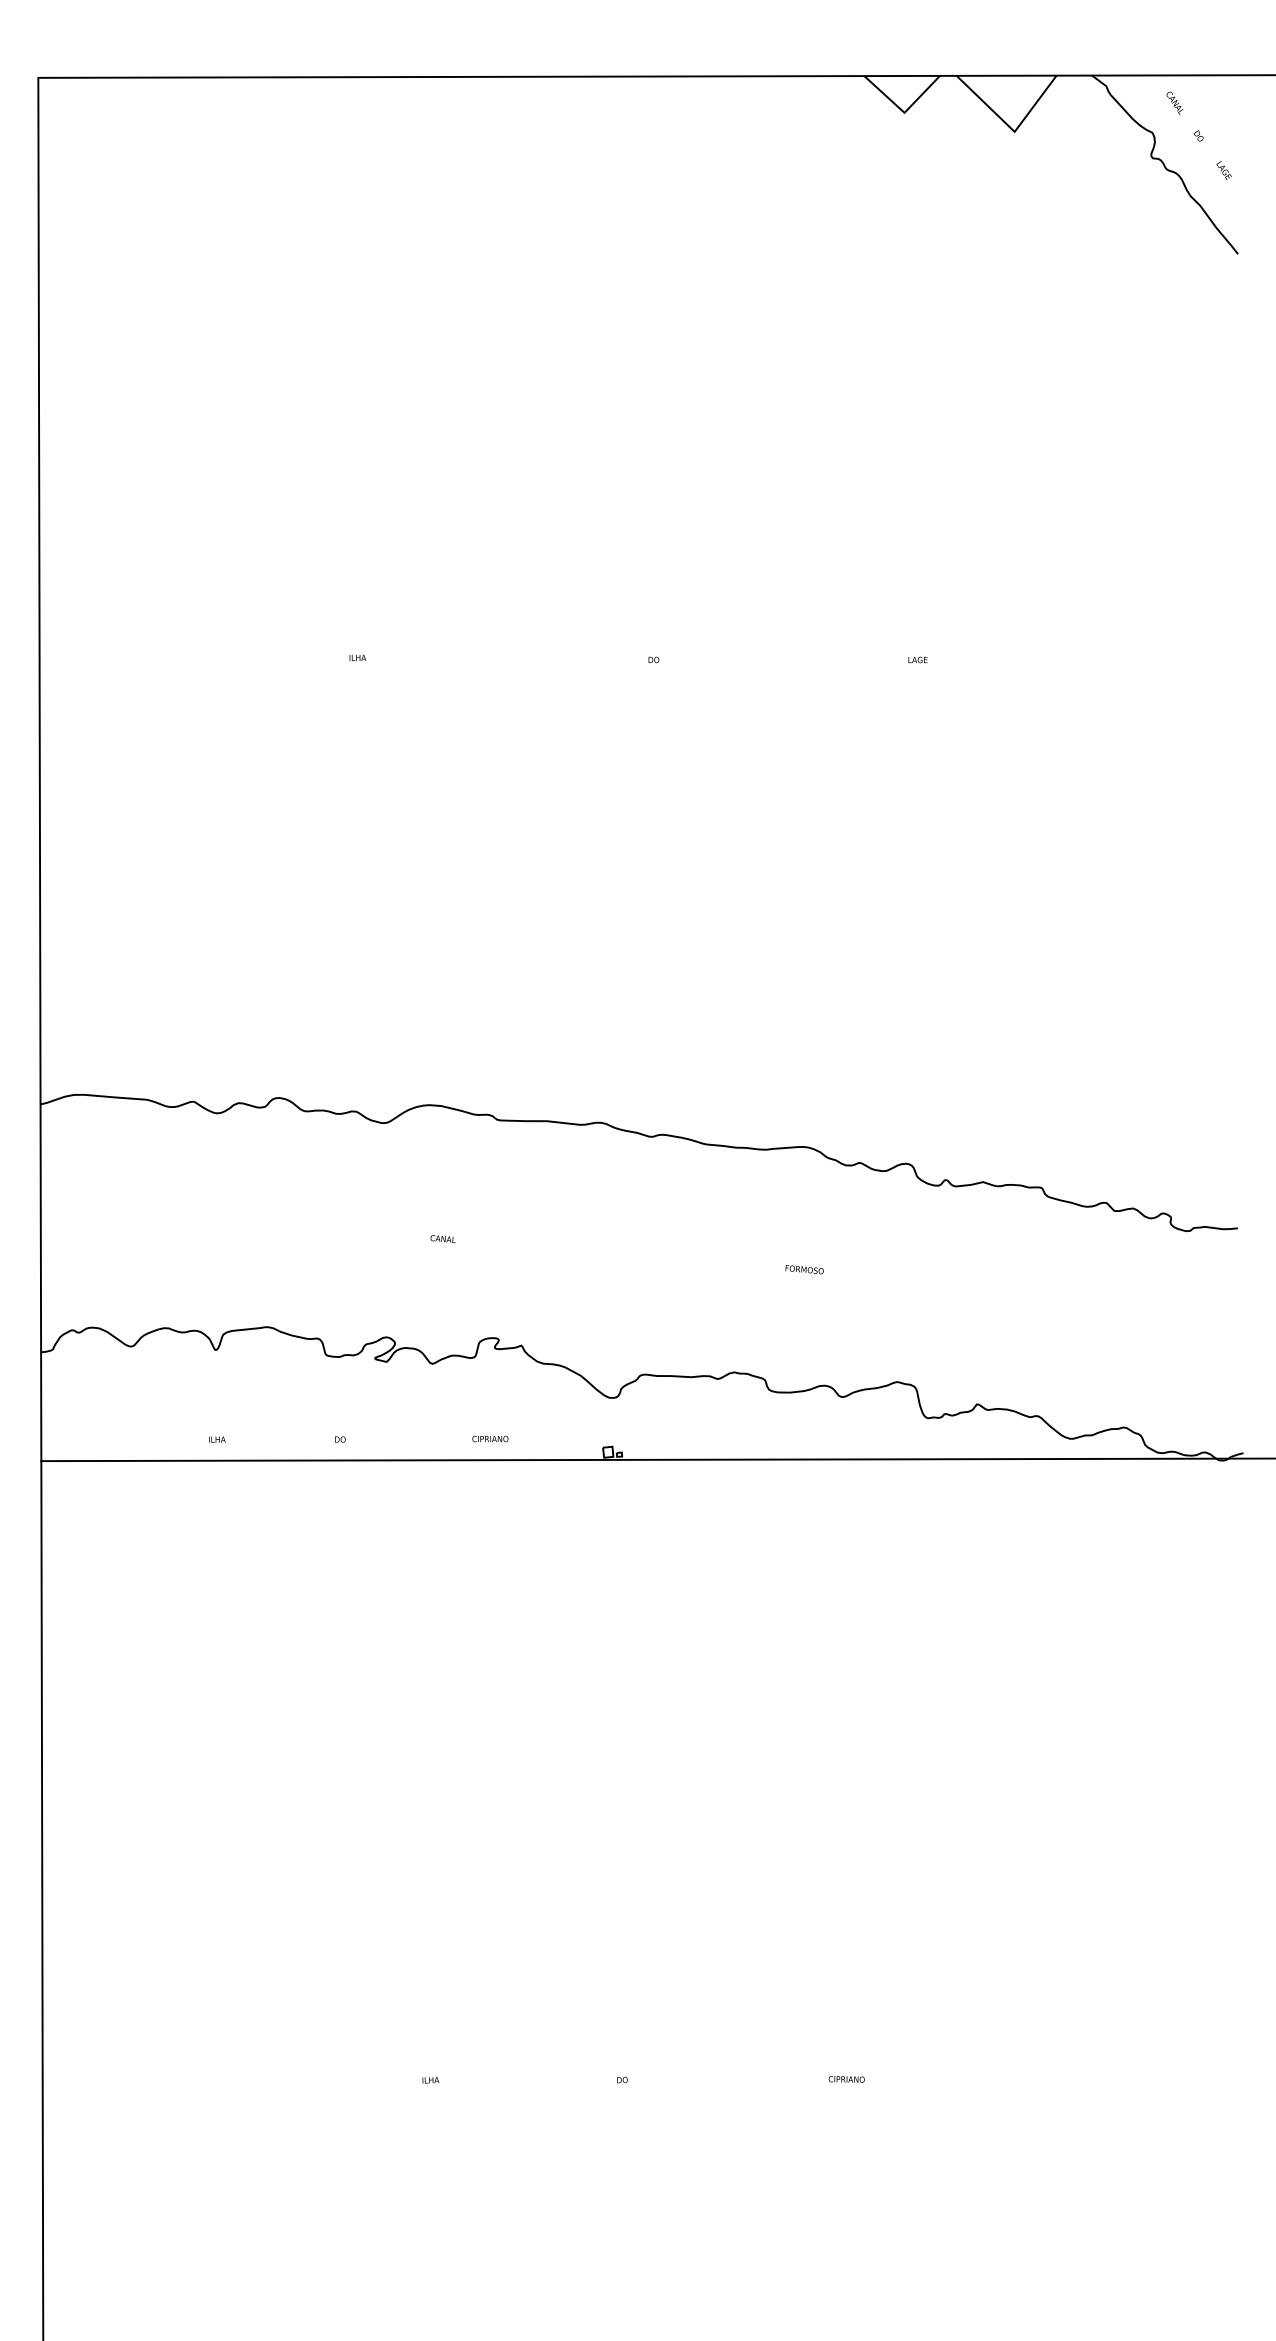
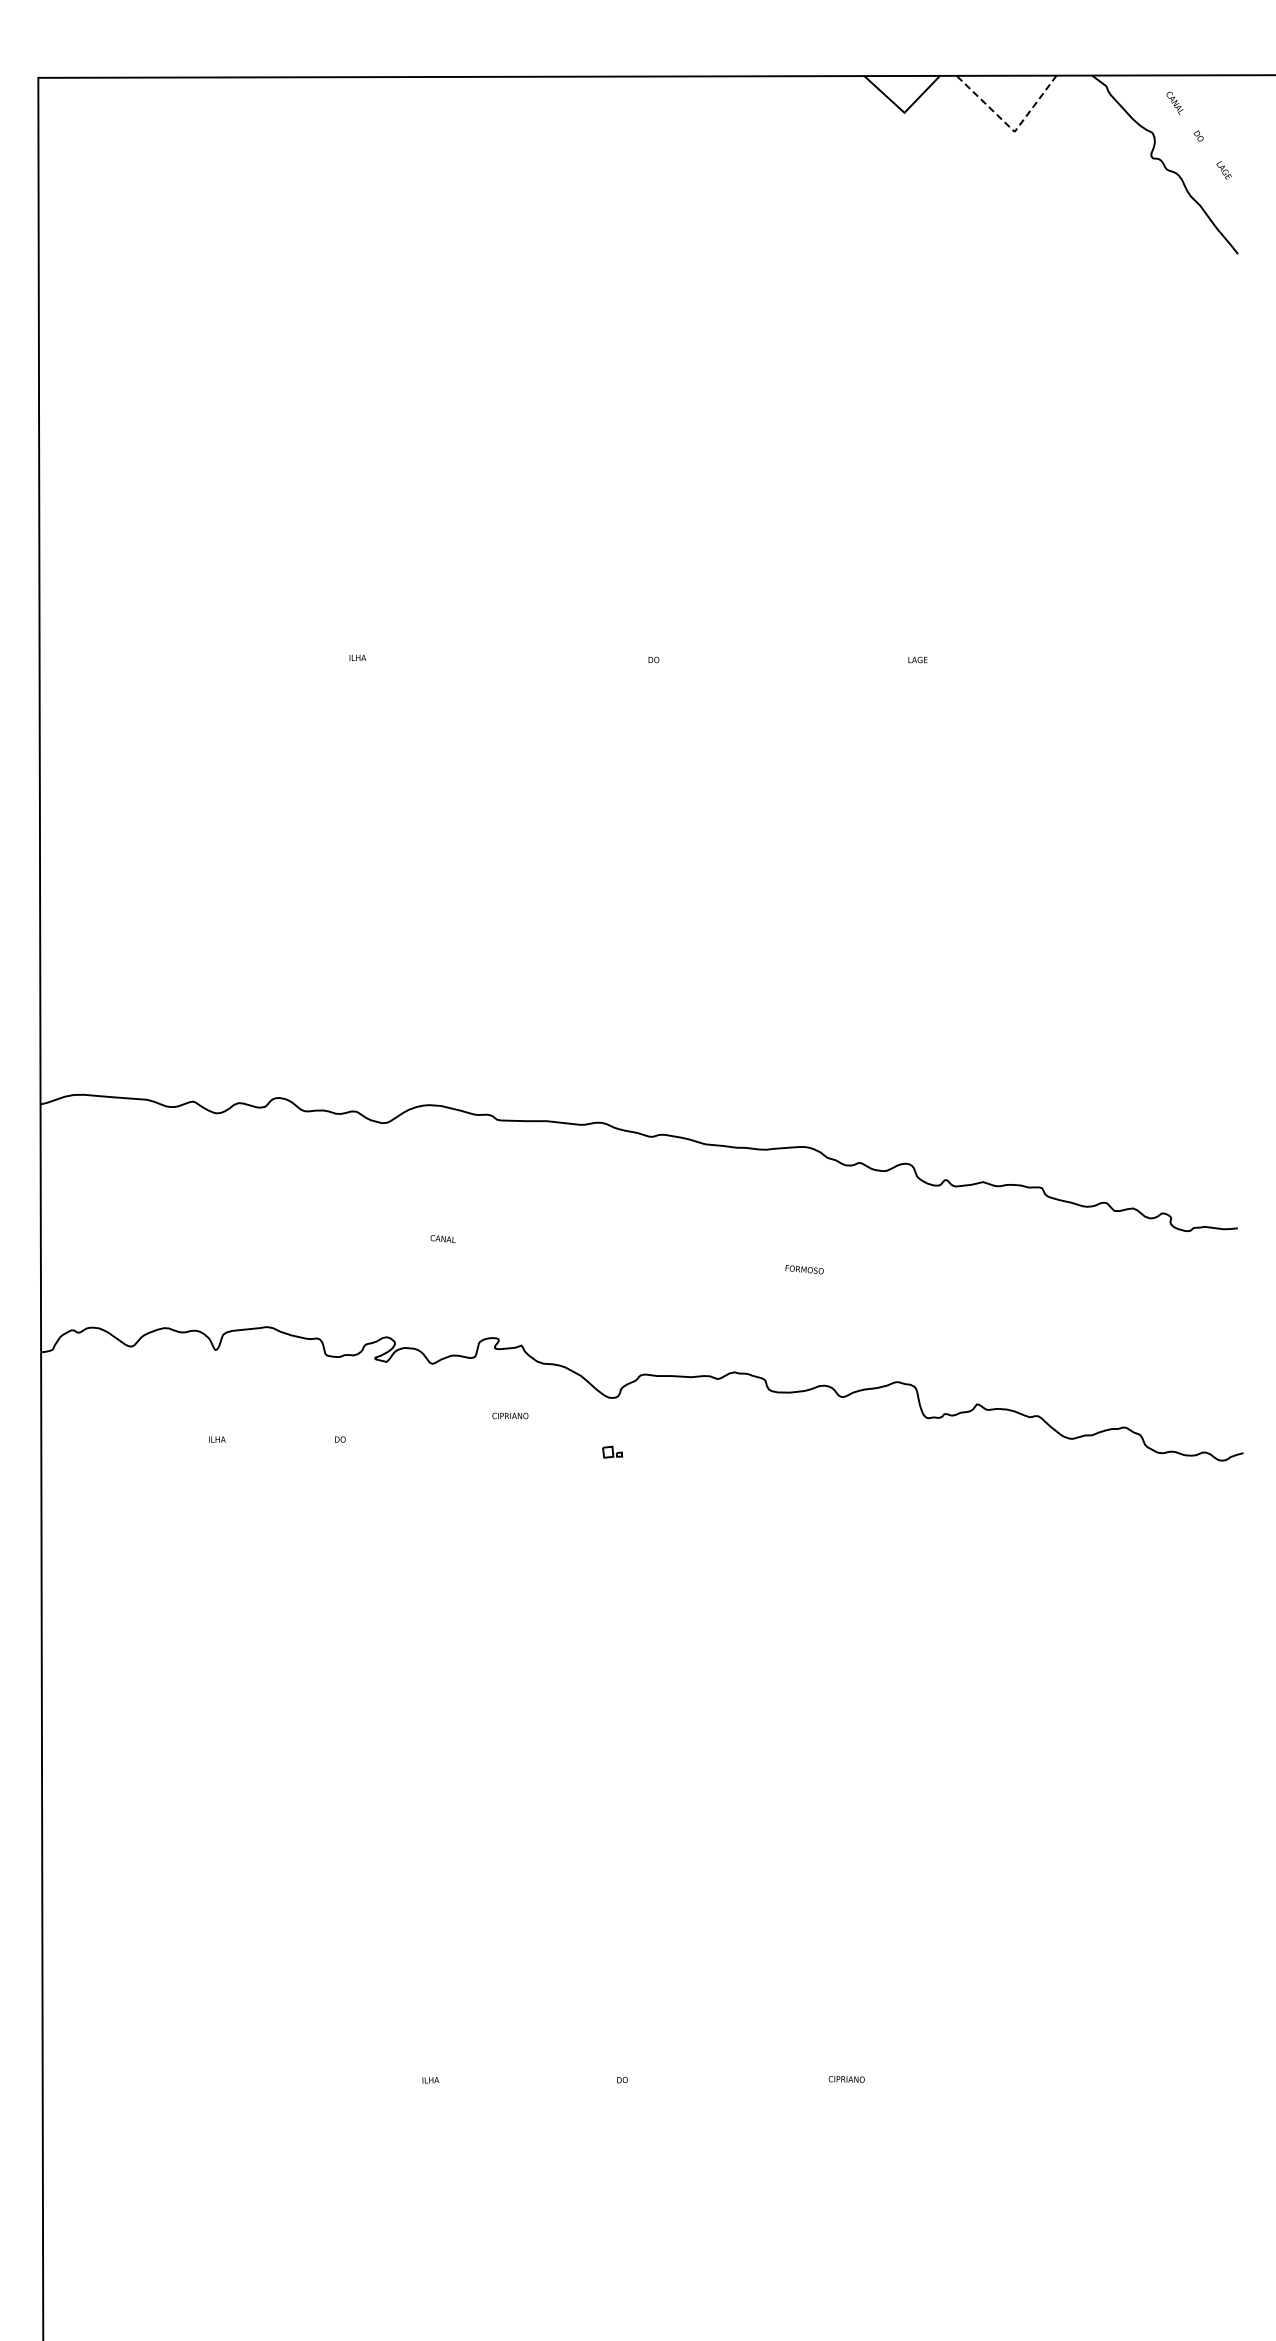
line at (1011, 128): solid -> dashed
text at (490, 1438) position: (490, 1438) -> (510, 1415)
line at (656, 1459): present -> none
